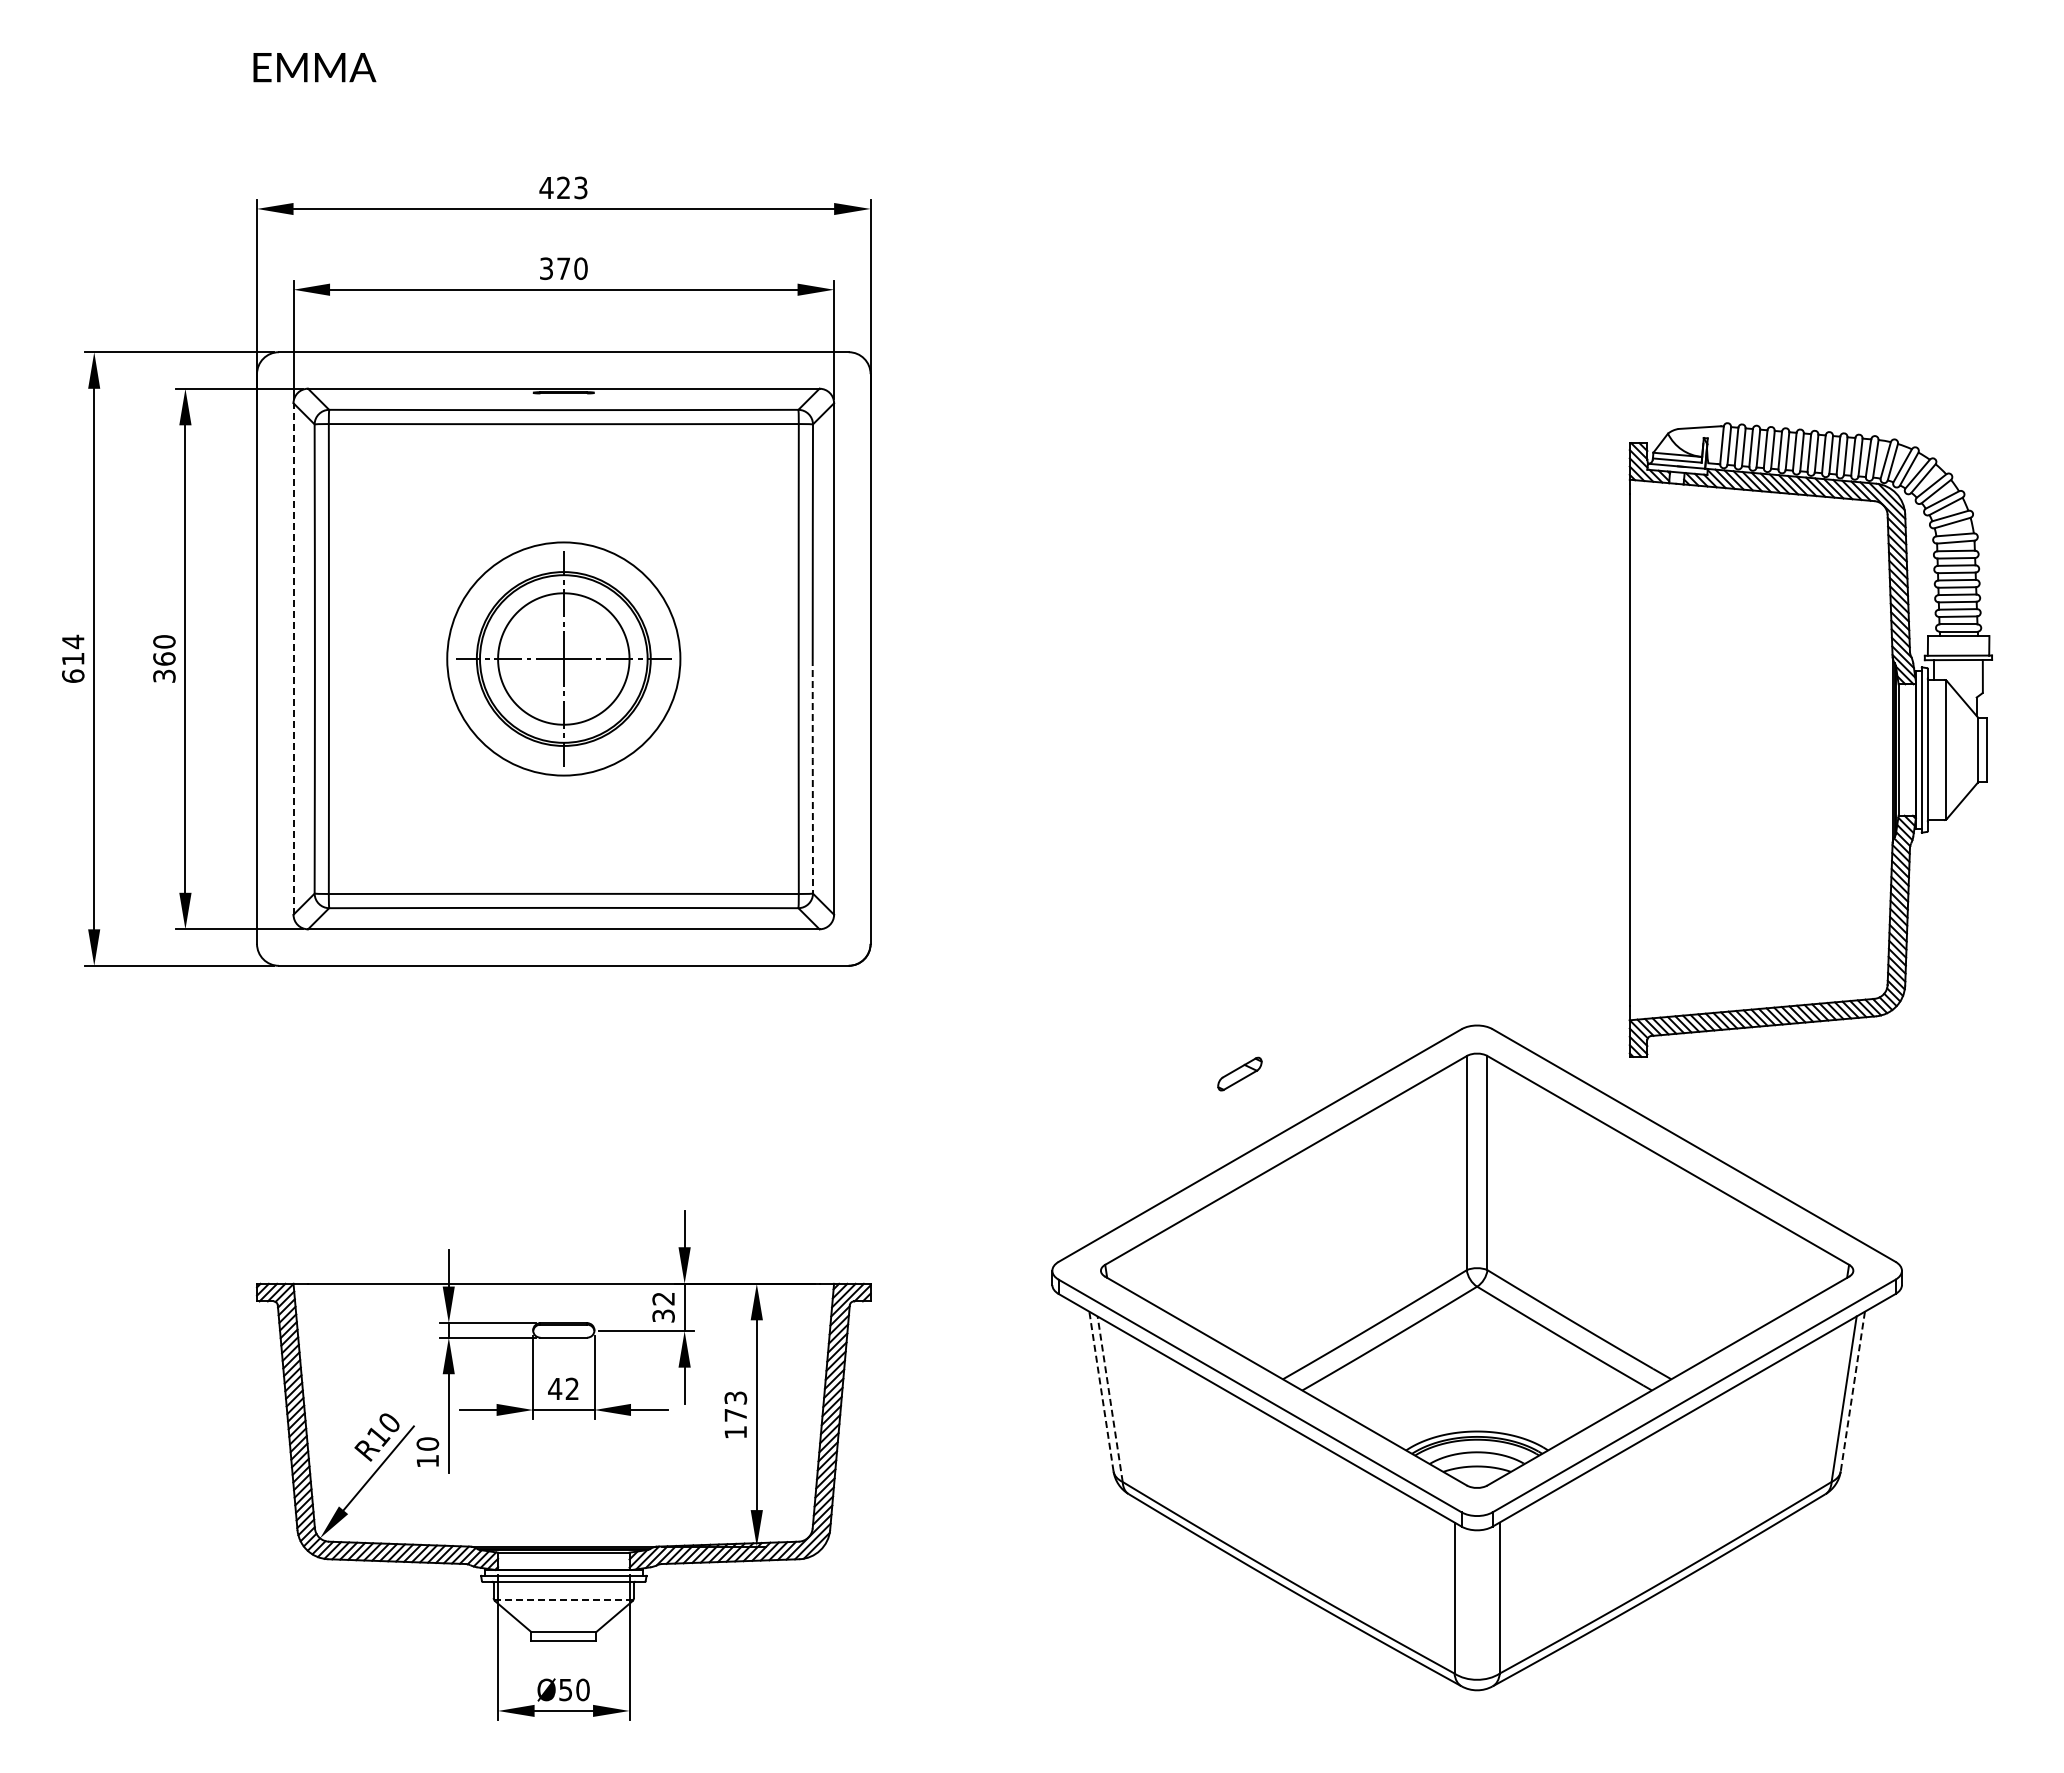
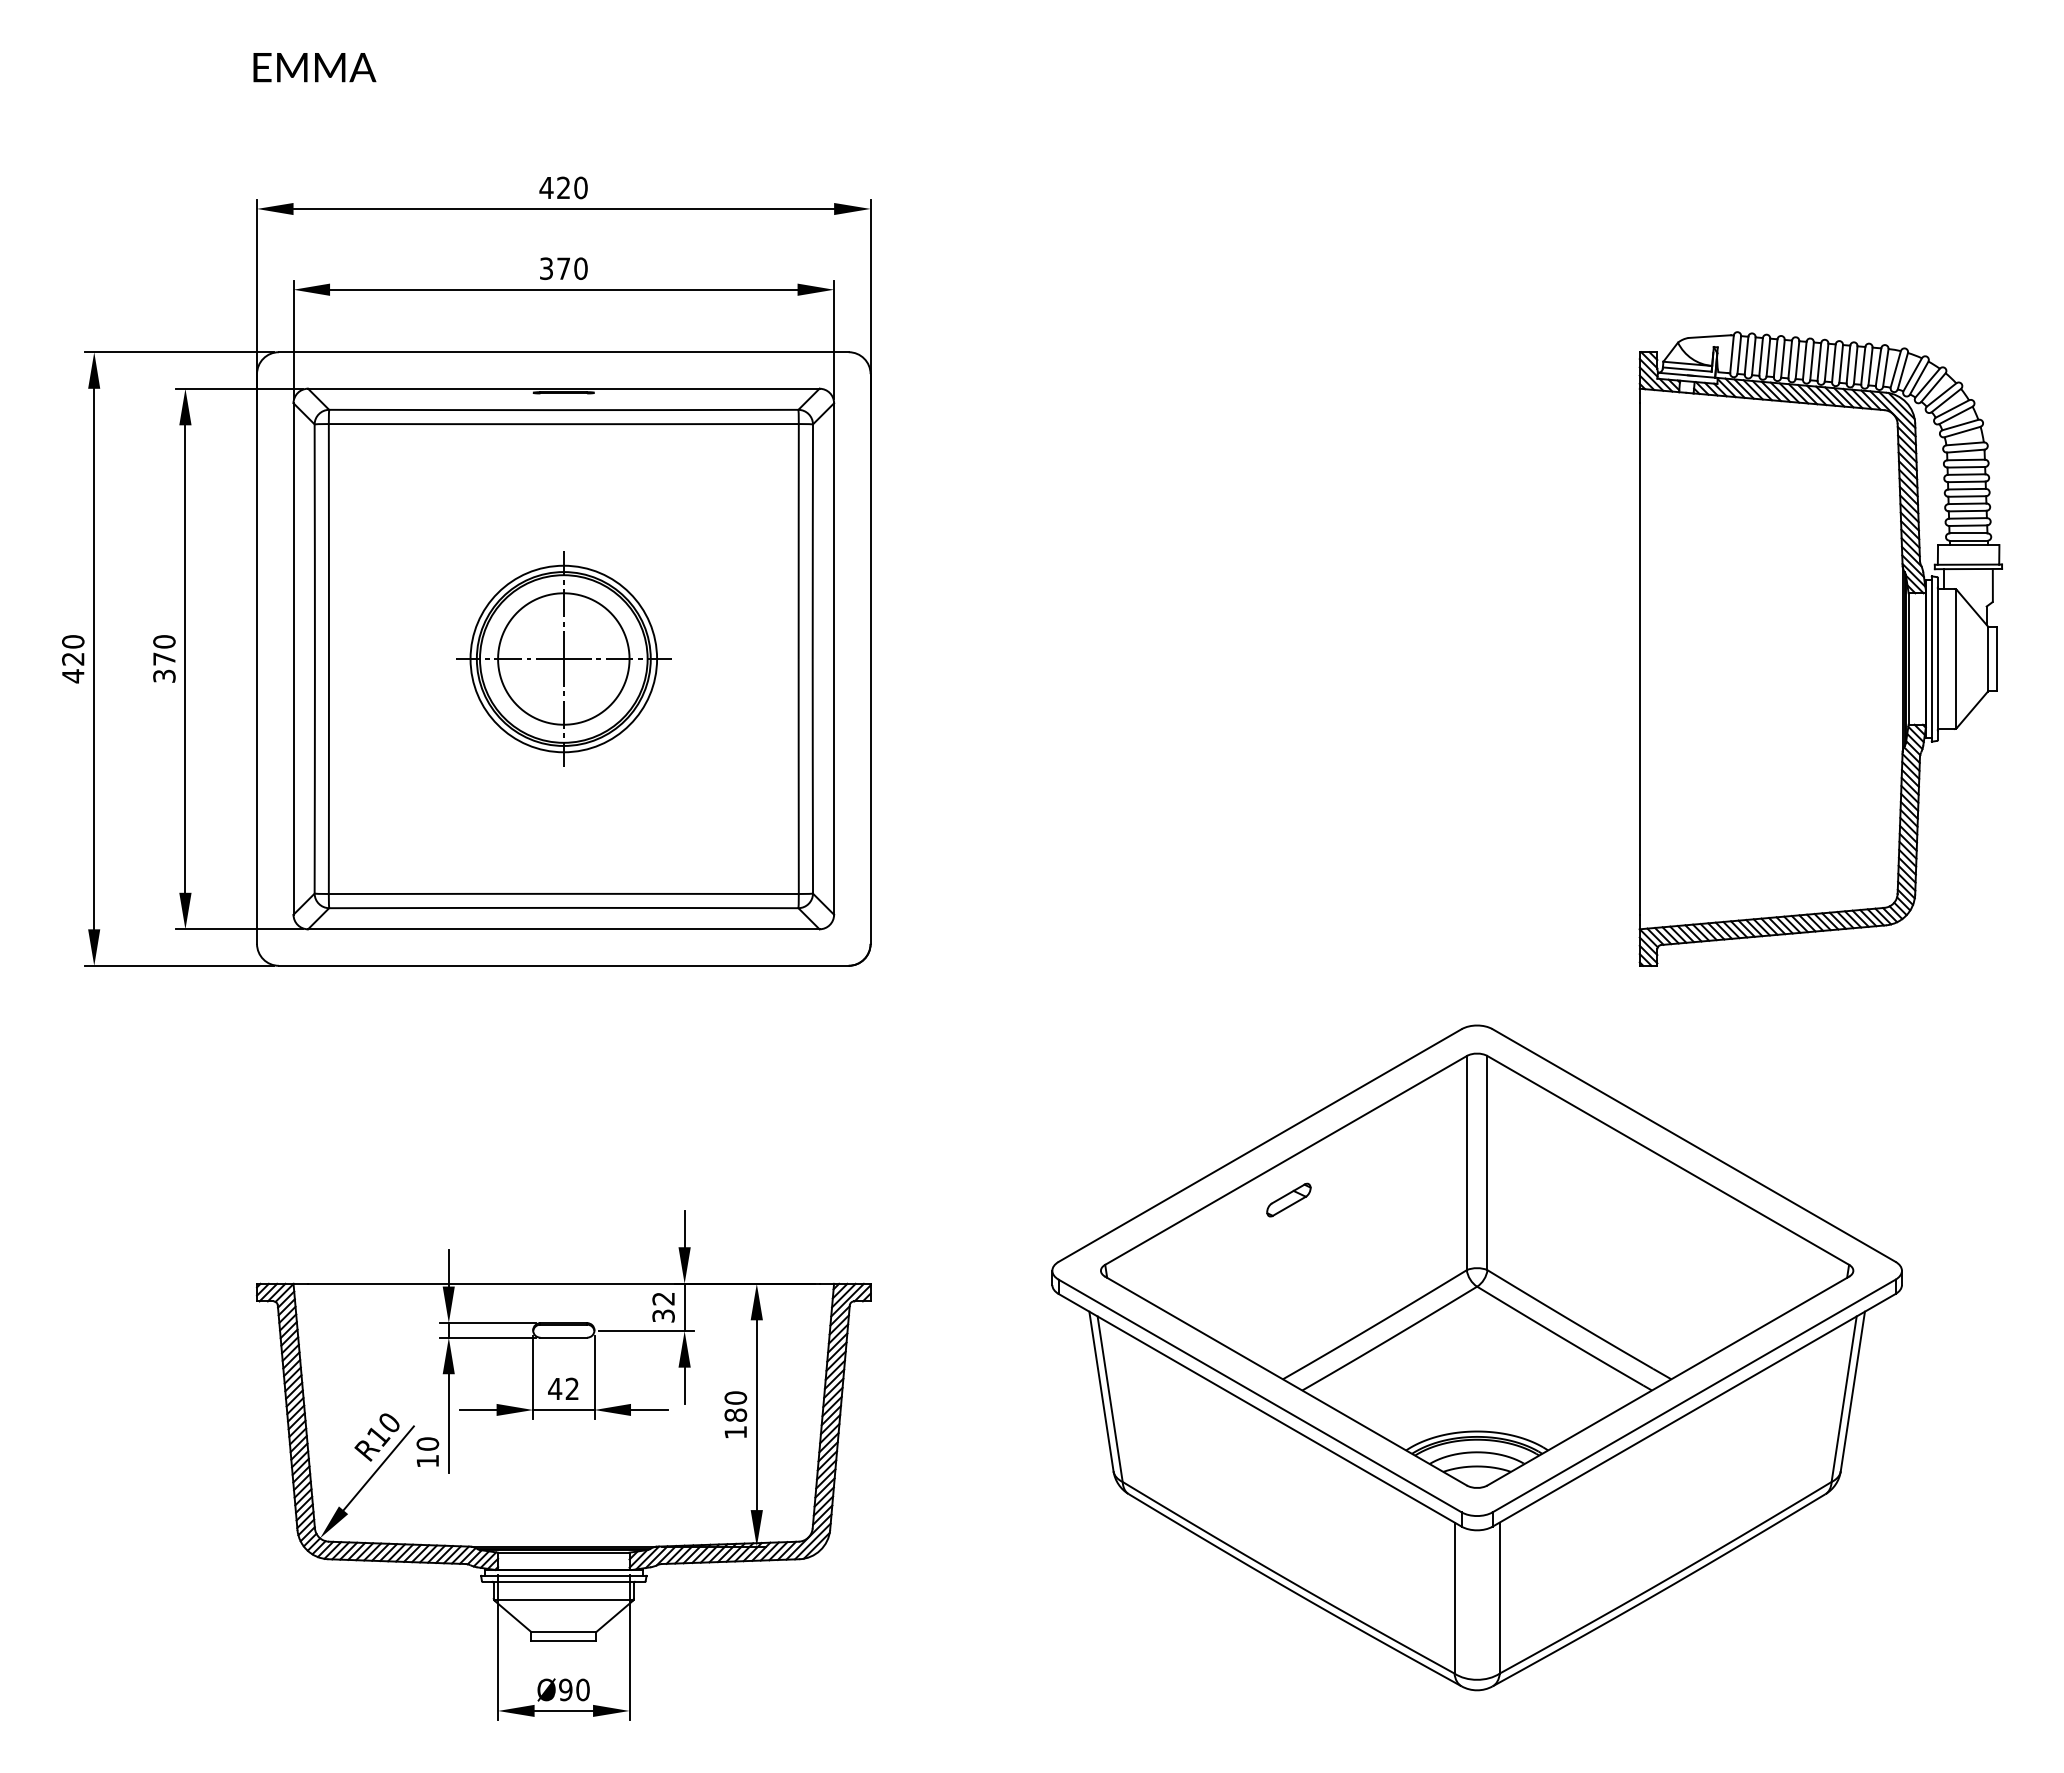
text at (580, 187): 423 -> 420
text at (73, 658): 614 -> 420
text at (164, 658): 360 -> 370
circle at (563, 658) diameter: 233 px -> 187 px
line at (293, 659): dashed -> solid
part at (1810, 739) position: (1810, 739) -> (1820, 648)
line at (812, 775): dashed -> solid
part at (1239, 1073) position: (1239, 1073) -> (1288, 1199)
line at (1101, 1391): dashed -> solid
line at (1852, 1391): dashed -> solid
line at (1110, 1399): dashed -> solid
text at (735, 1406): 173 -> 180
line at (563, 1599): dashed -> solid
text at (565, 1689): Ø50 -> Ø90
